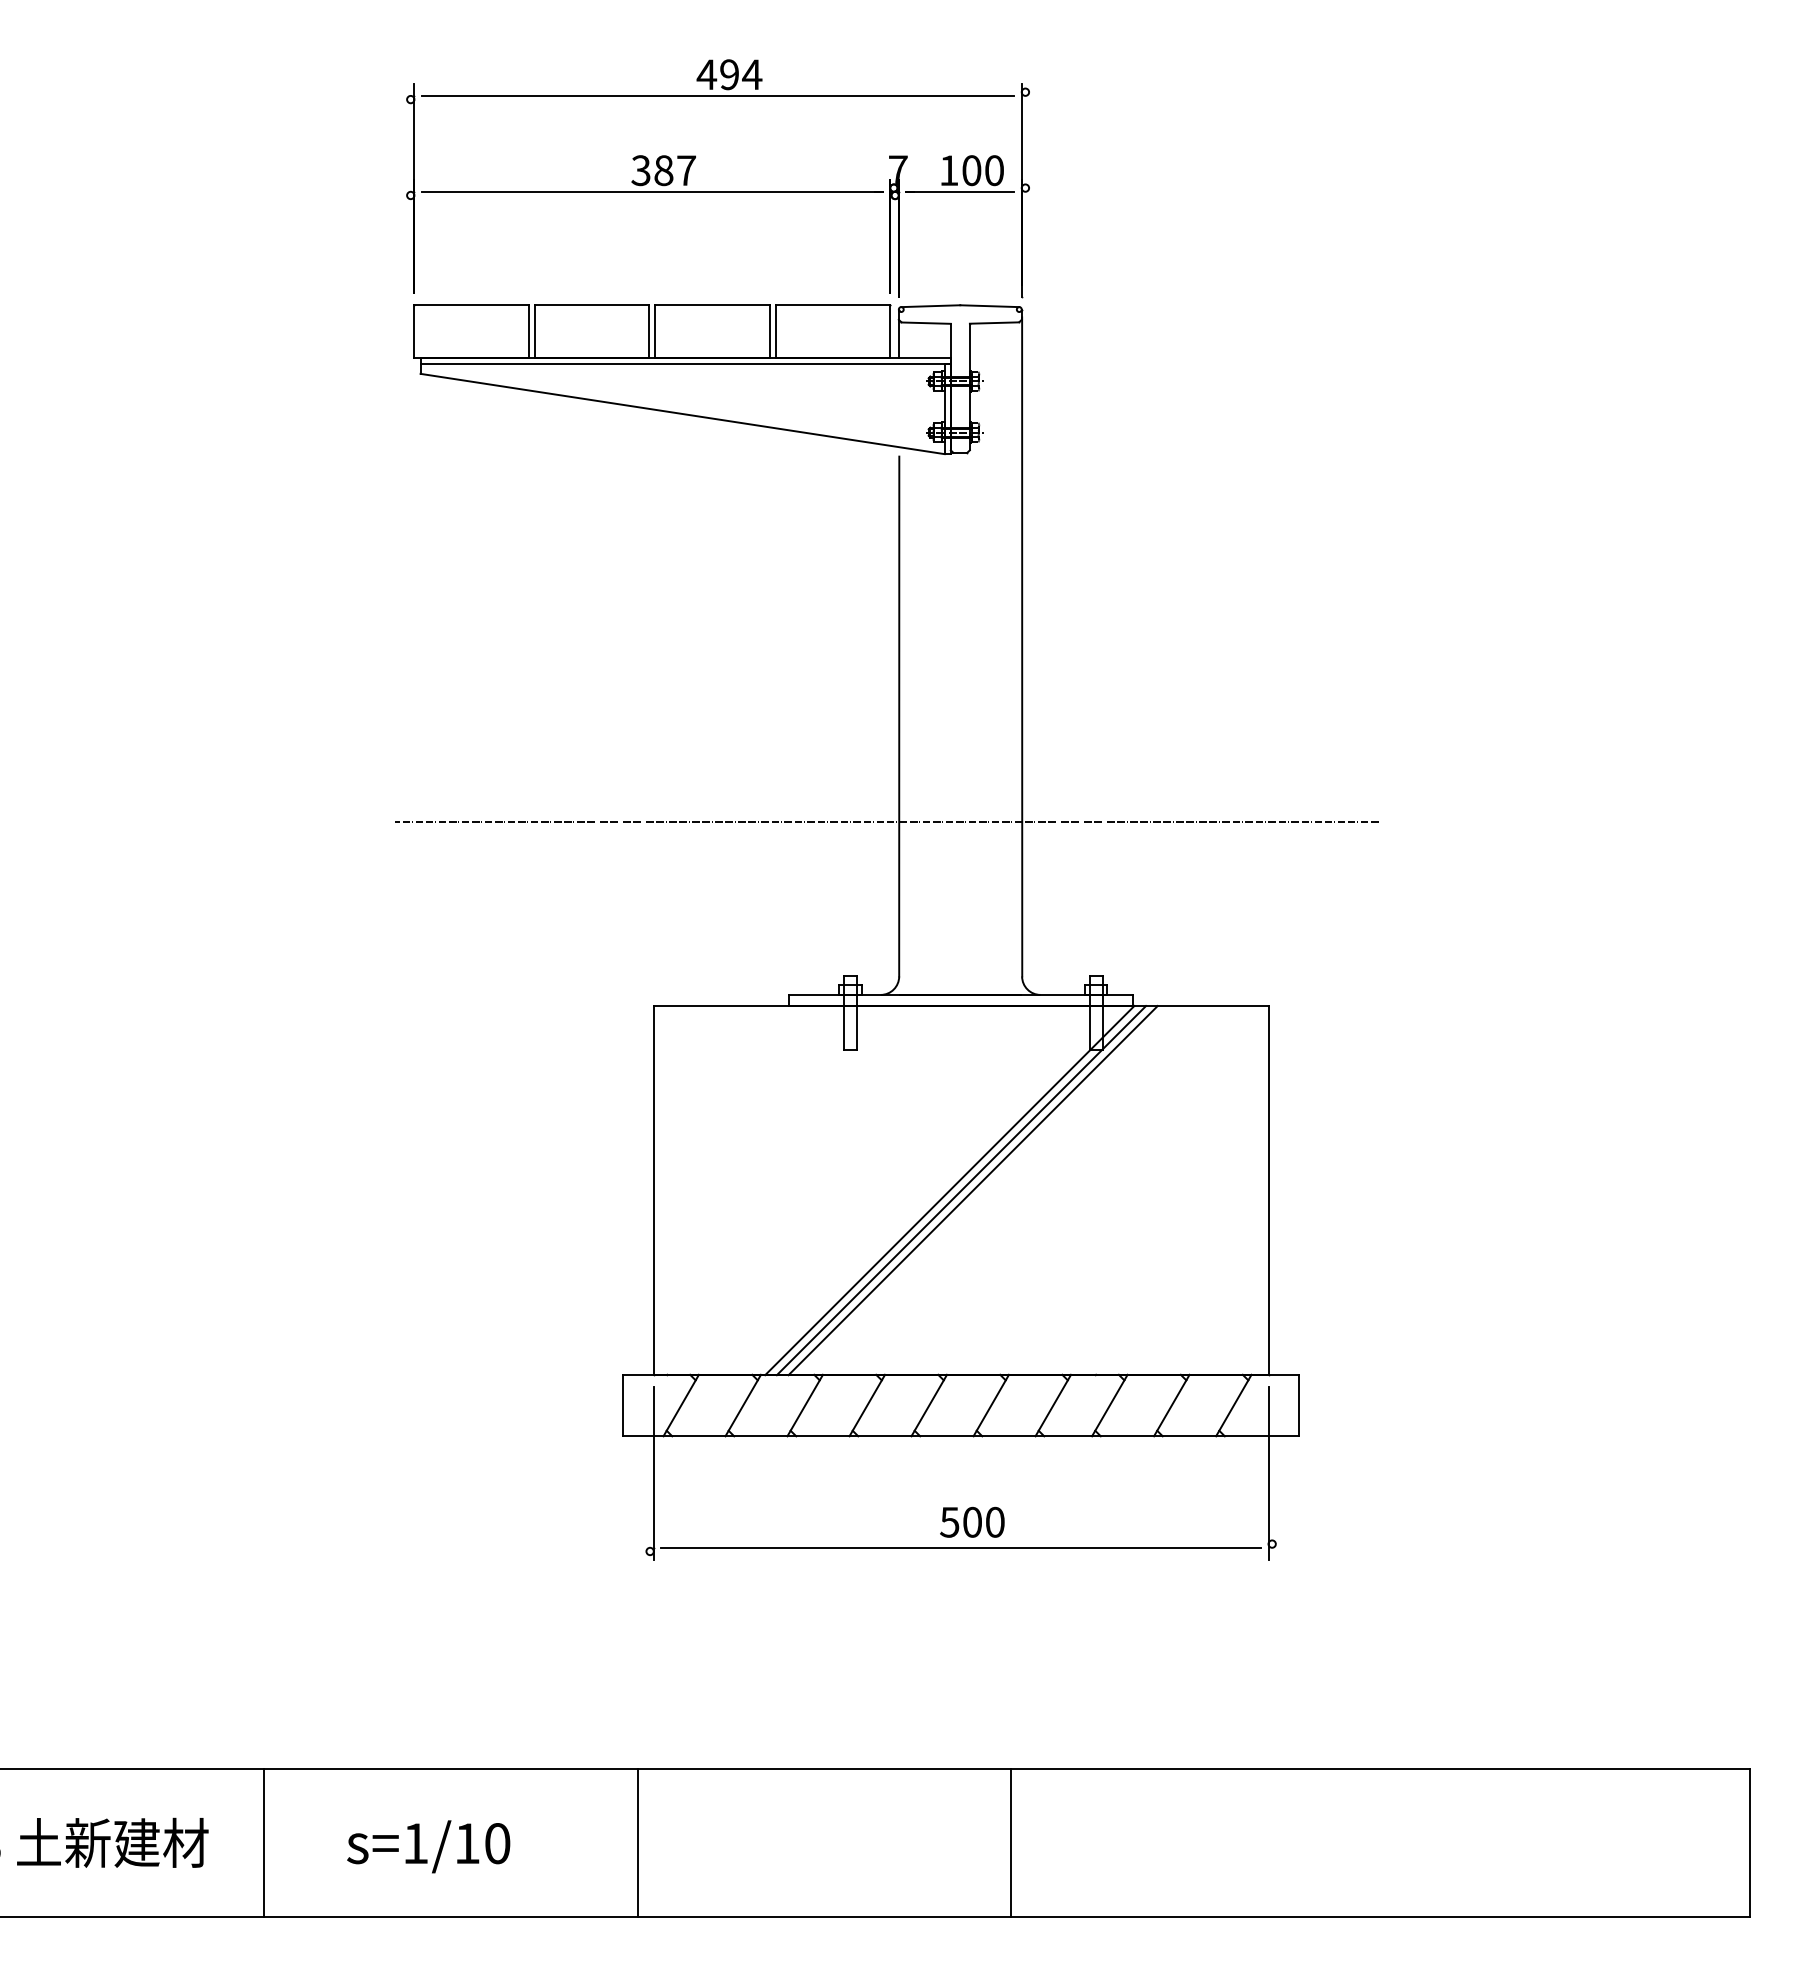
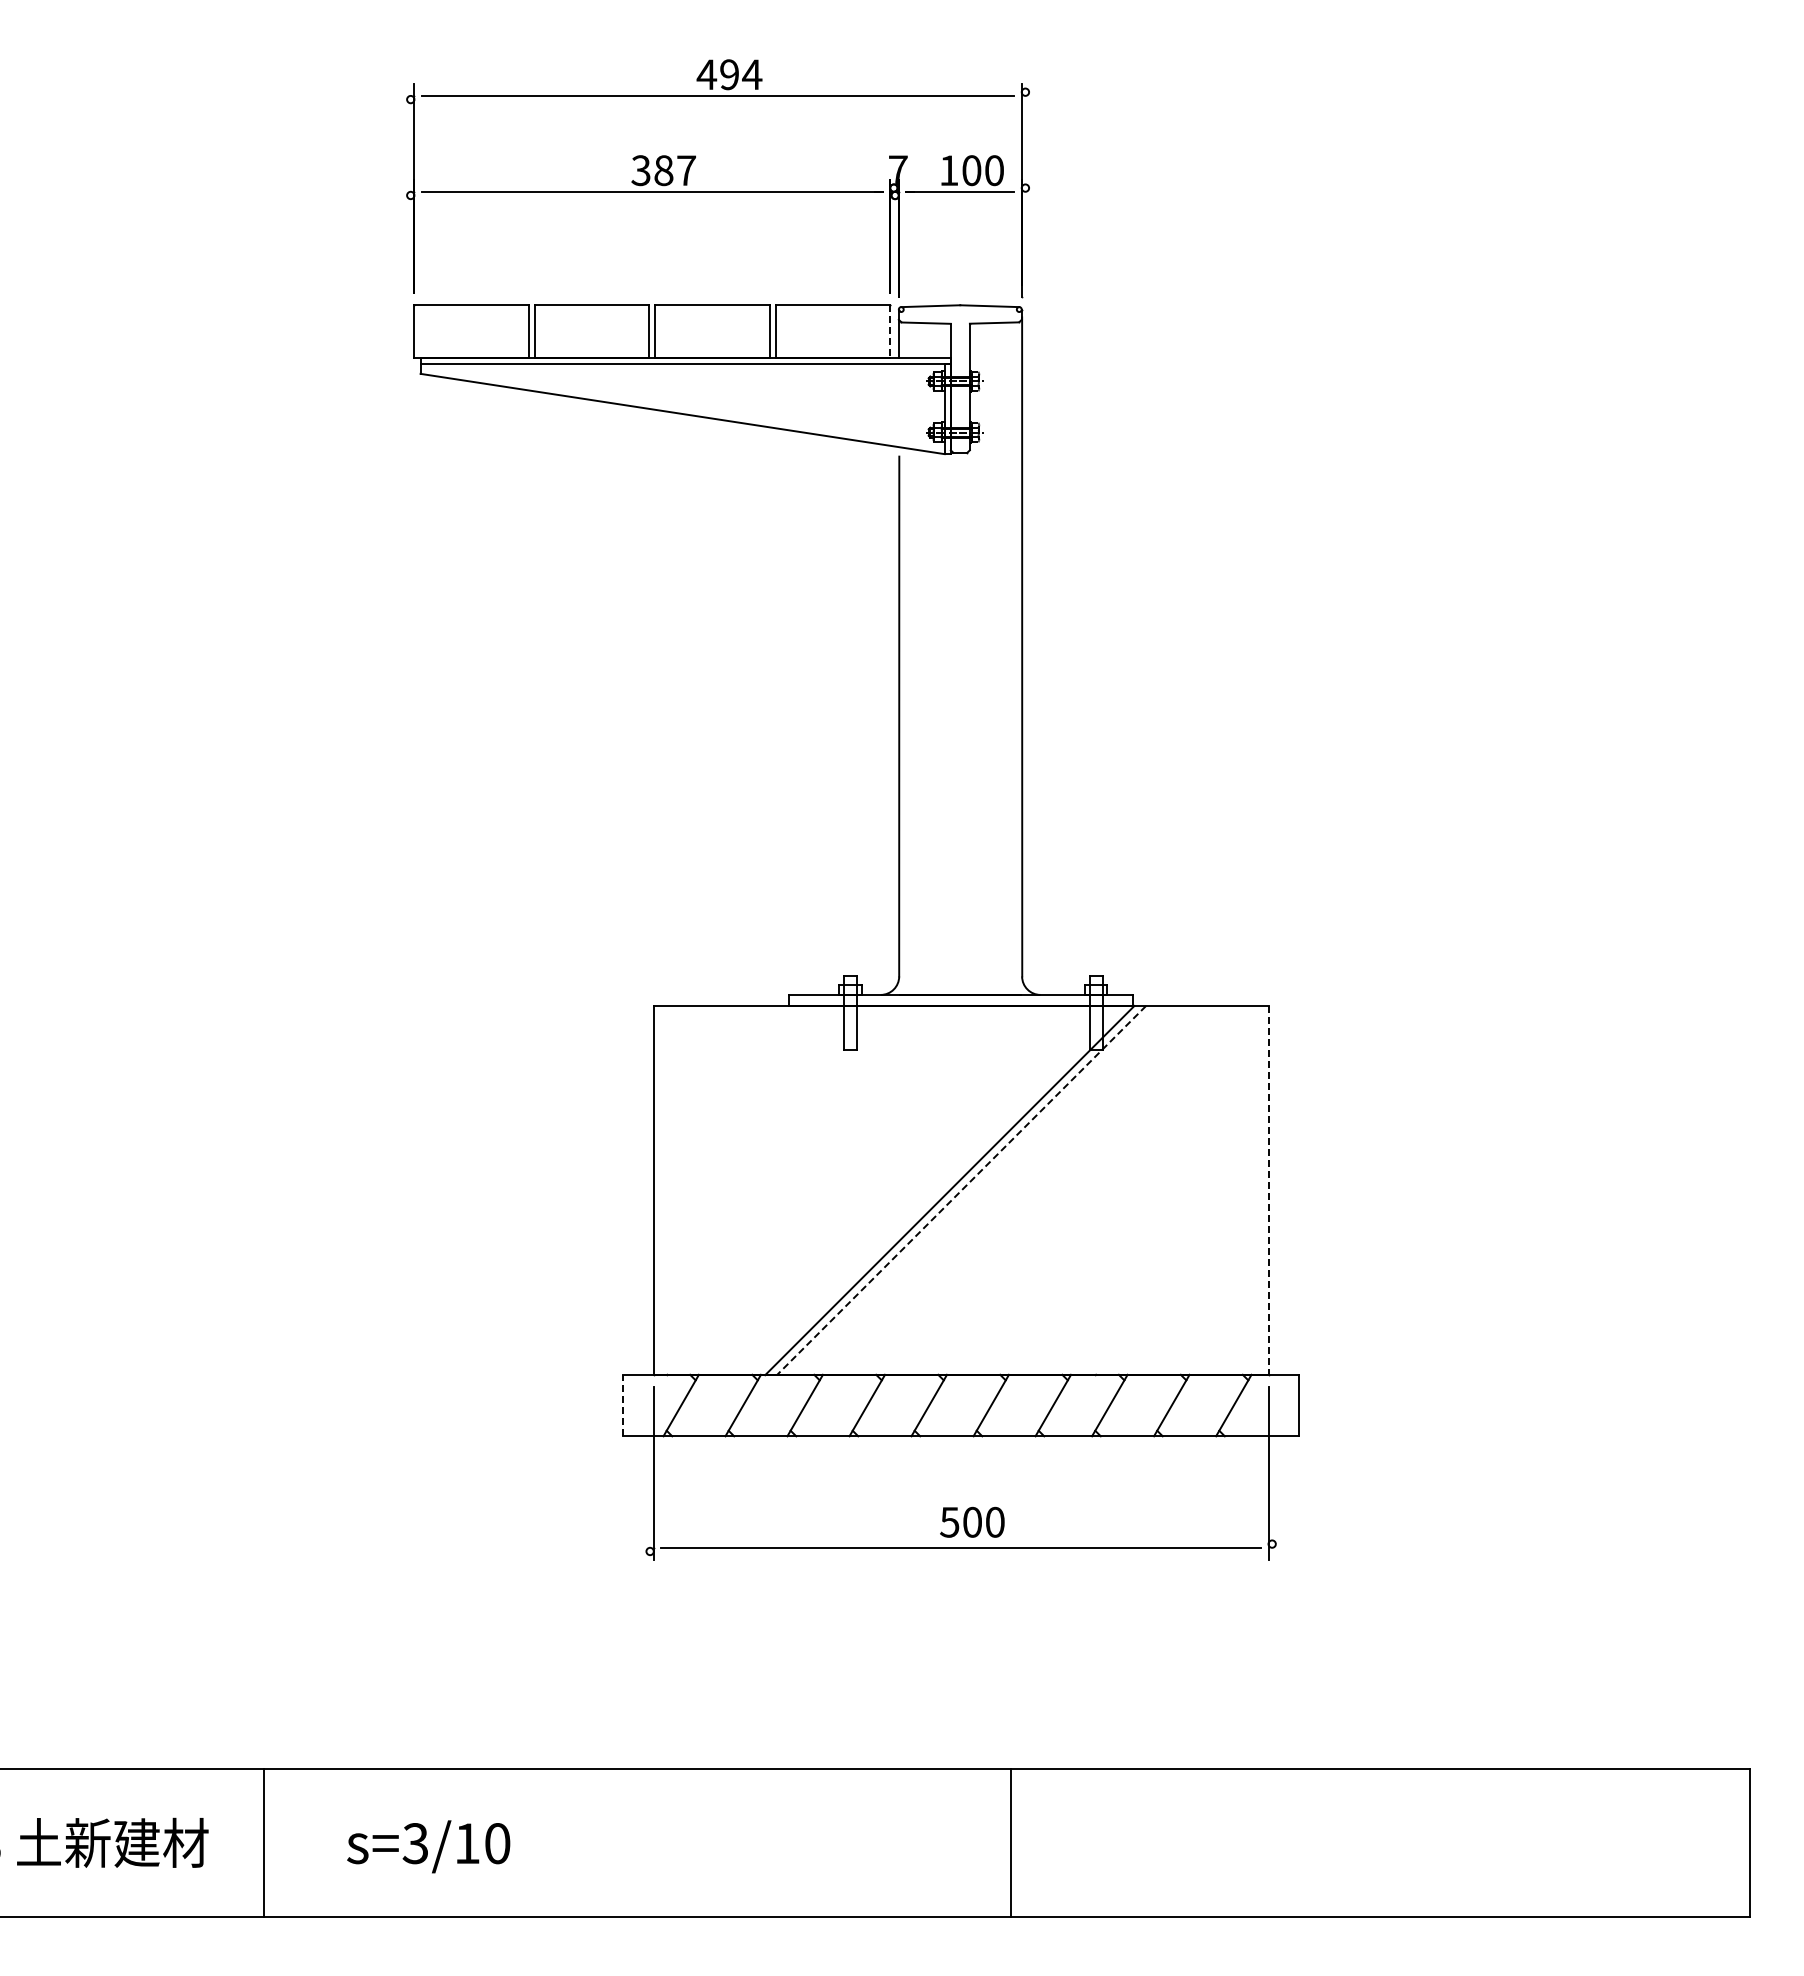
line at (890, 332): solid -> dashed
line at (886, 822): present -> none
line at (961, 1190): solid -> dashed
line at (972, 1190): present -> none
line at (1268, 1190): solid -> dashed
line at (623, 1405): solid -> dashed
line at (637, 1842): present -> none
text at (414, 1843): s=1/10 -> s=3/10
